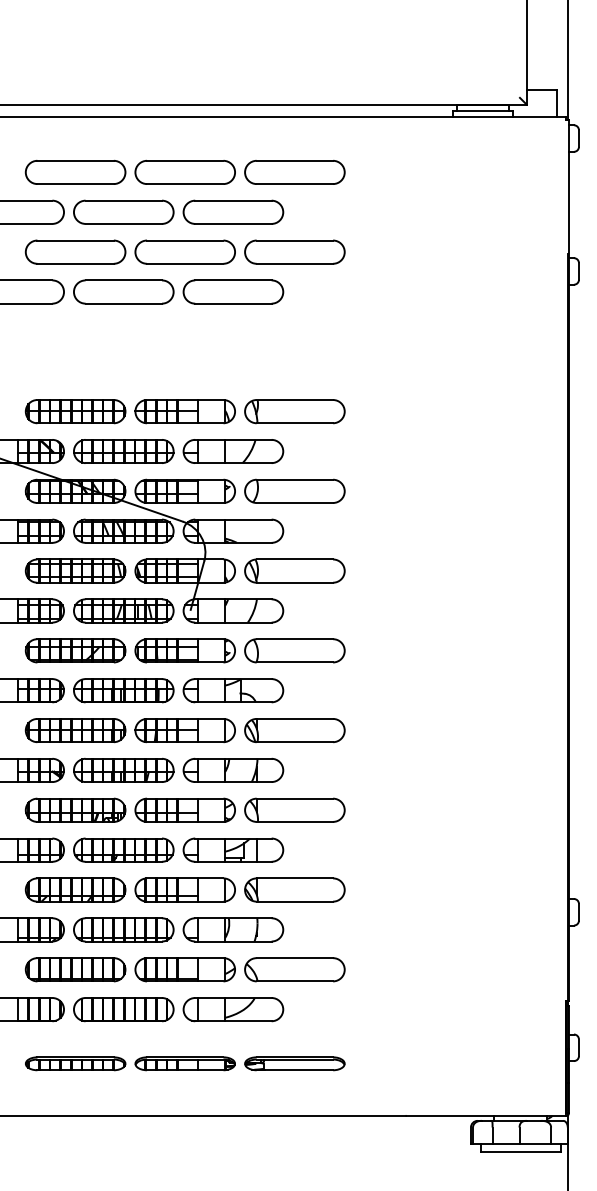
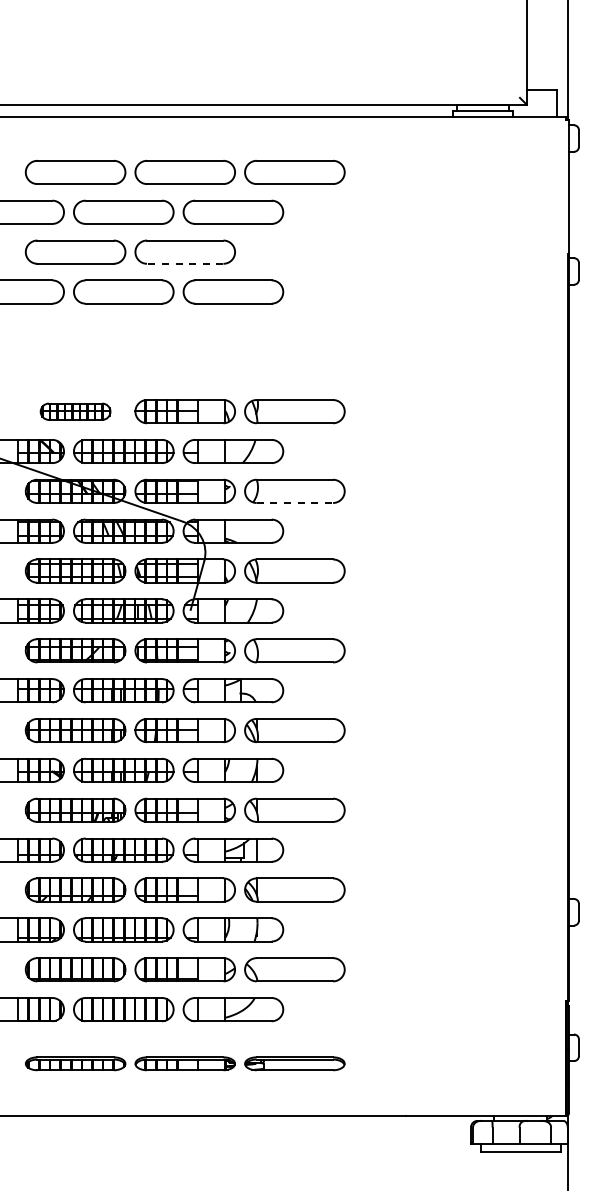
part at (294, 251): present -> none
line at (184, 263): solid -> dashed
part at (75, 411) size: 103x26 px -> 73x19 px
line at (295, 503): solid -> dashed
